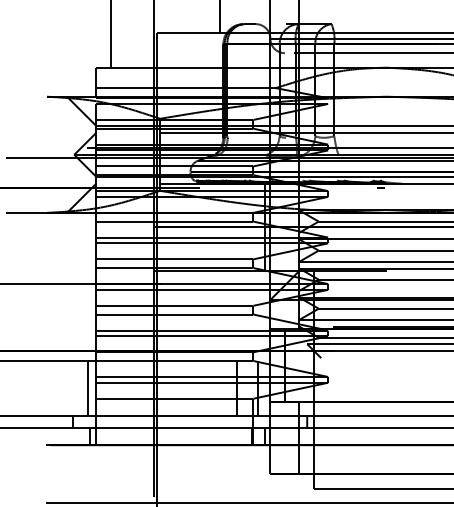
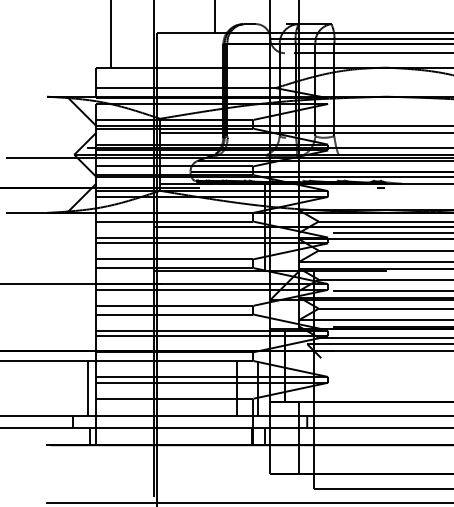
line at (220, 17) position: (220, 17) -> (215, 17)
line at (391, 232): none -> present
line at (391, 290): none -> present
